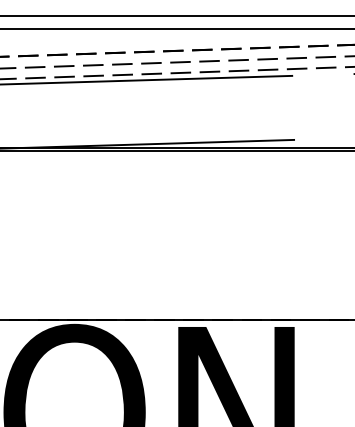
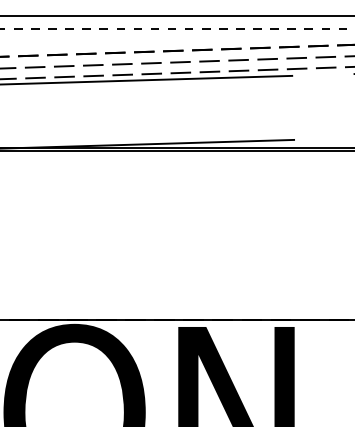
line at (177, 28): solid -> dashed
